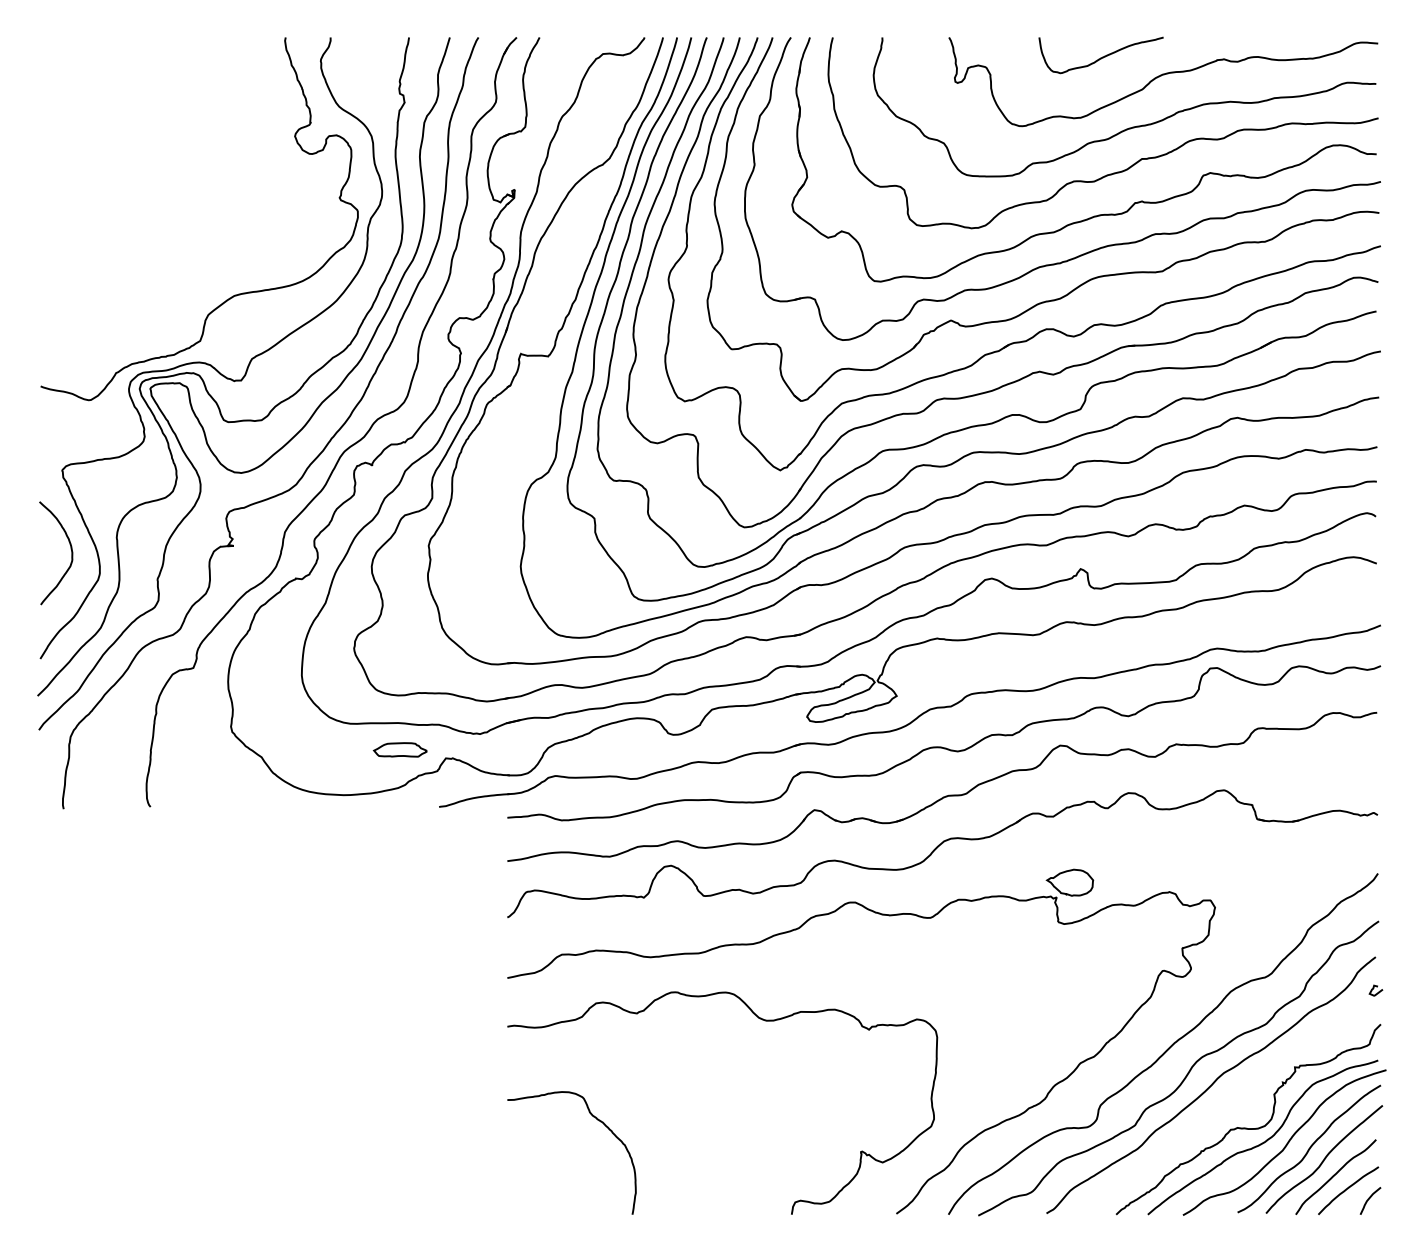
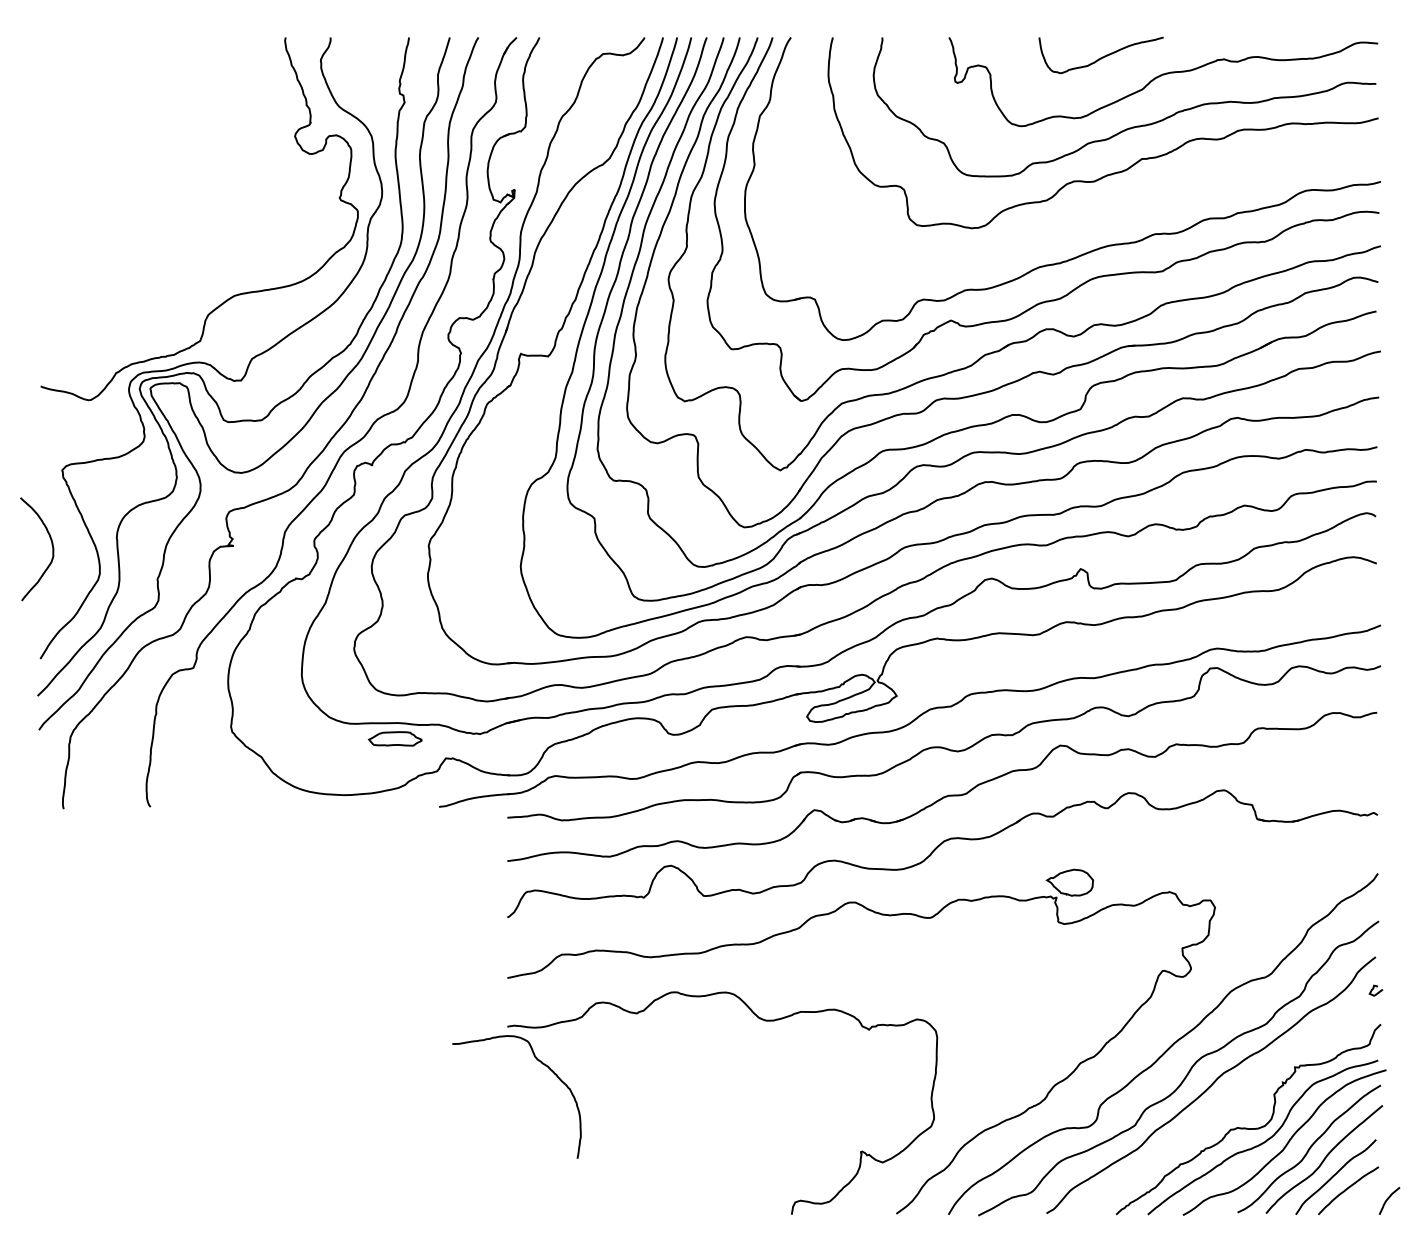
part at (1098, 214): present -> none
curve at (70, 549) position: (70, 549) -> (51, 545)
part at (399, 749) position: (399, 749) -> (394, 738)
curve at (597, 1120) position: (597, 1120) -> (542, 1064)
curve at (1369, 1199) position: (1369, 1199) -> (1388, 1199)
